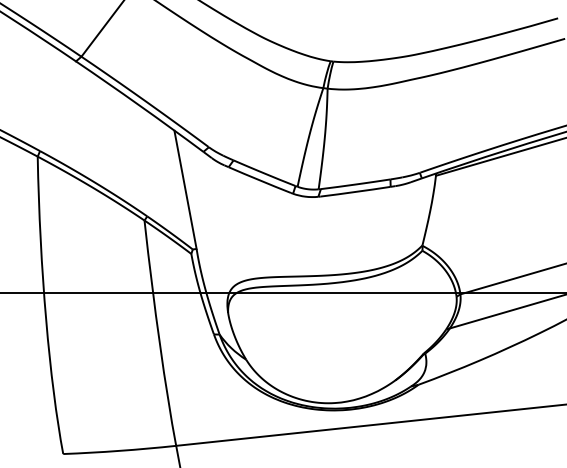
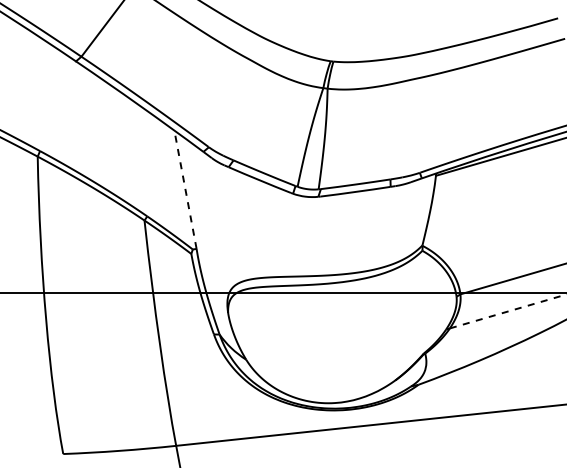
line at (185, 189): solid -> dashed
line at (508, 311): solid -> dashed
